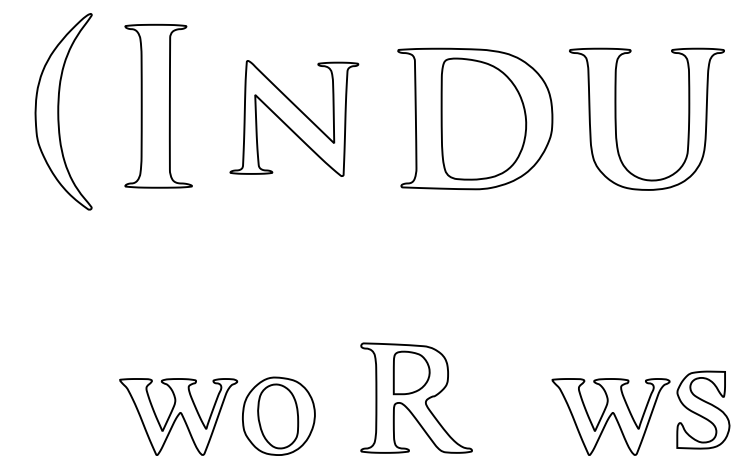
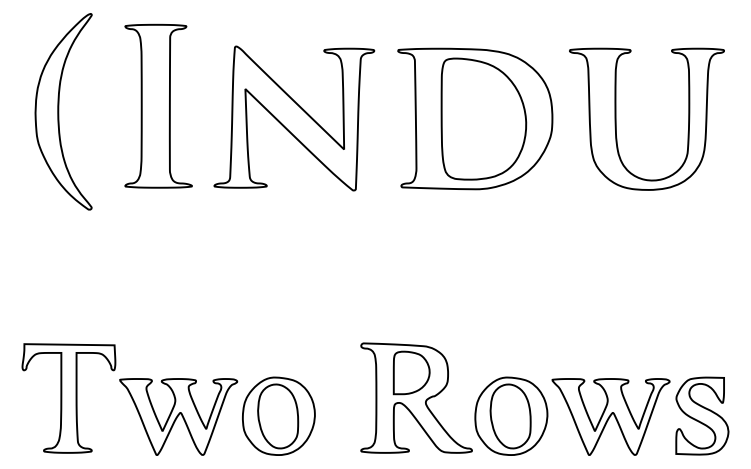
part at (294, 118) size: 131x117 px -> 163x147 px
part at (68, 398): none -> present
part at (703, 409) position: (703, 409) -> (702, 415)
part at (511, 415): none -> present
